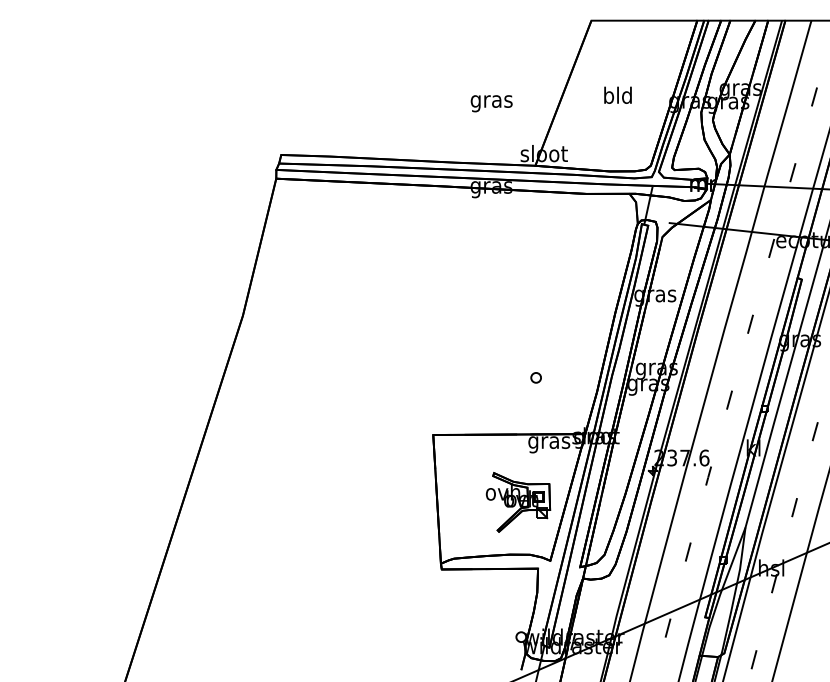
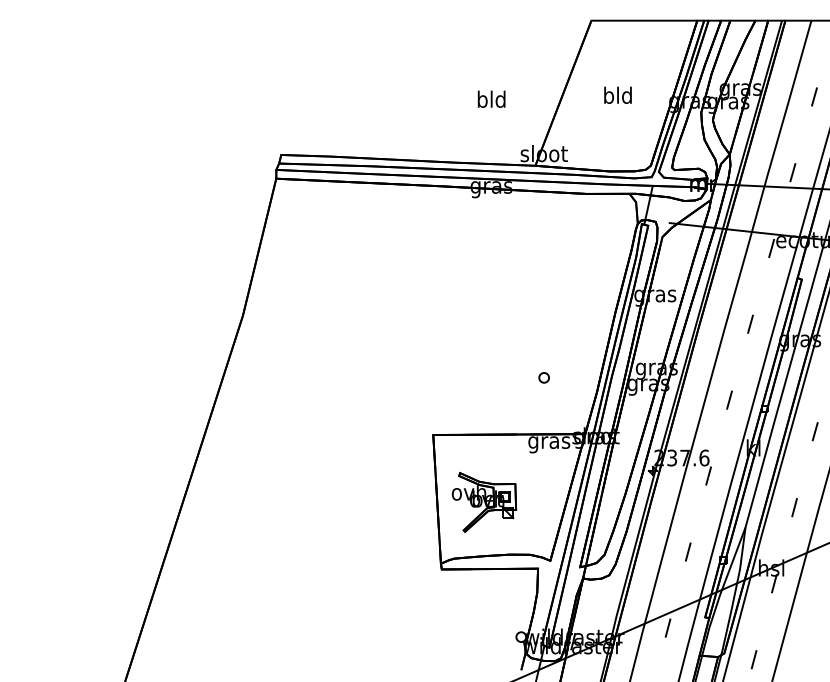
text at (491, 101): gras -> bld
part at (535, 377) position: (535, 377) -> (543, 377)
part at (518, 502) position: (518, 502) -> (484, 502)
